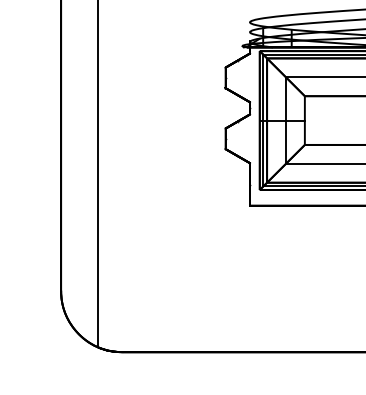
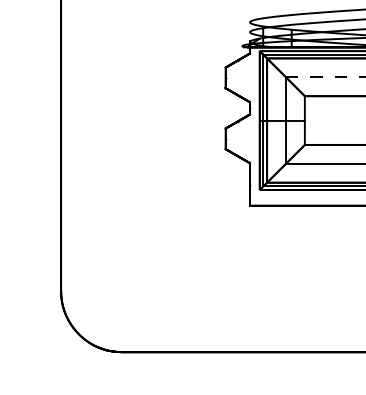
line at (325, 77): solid -> dashed
line at (97, 174): present -> none
